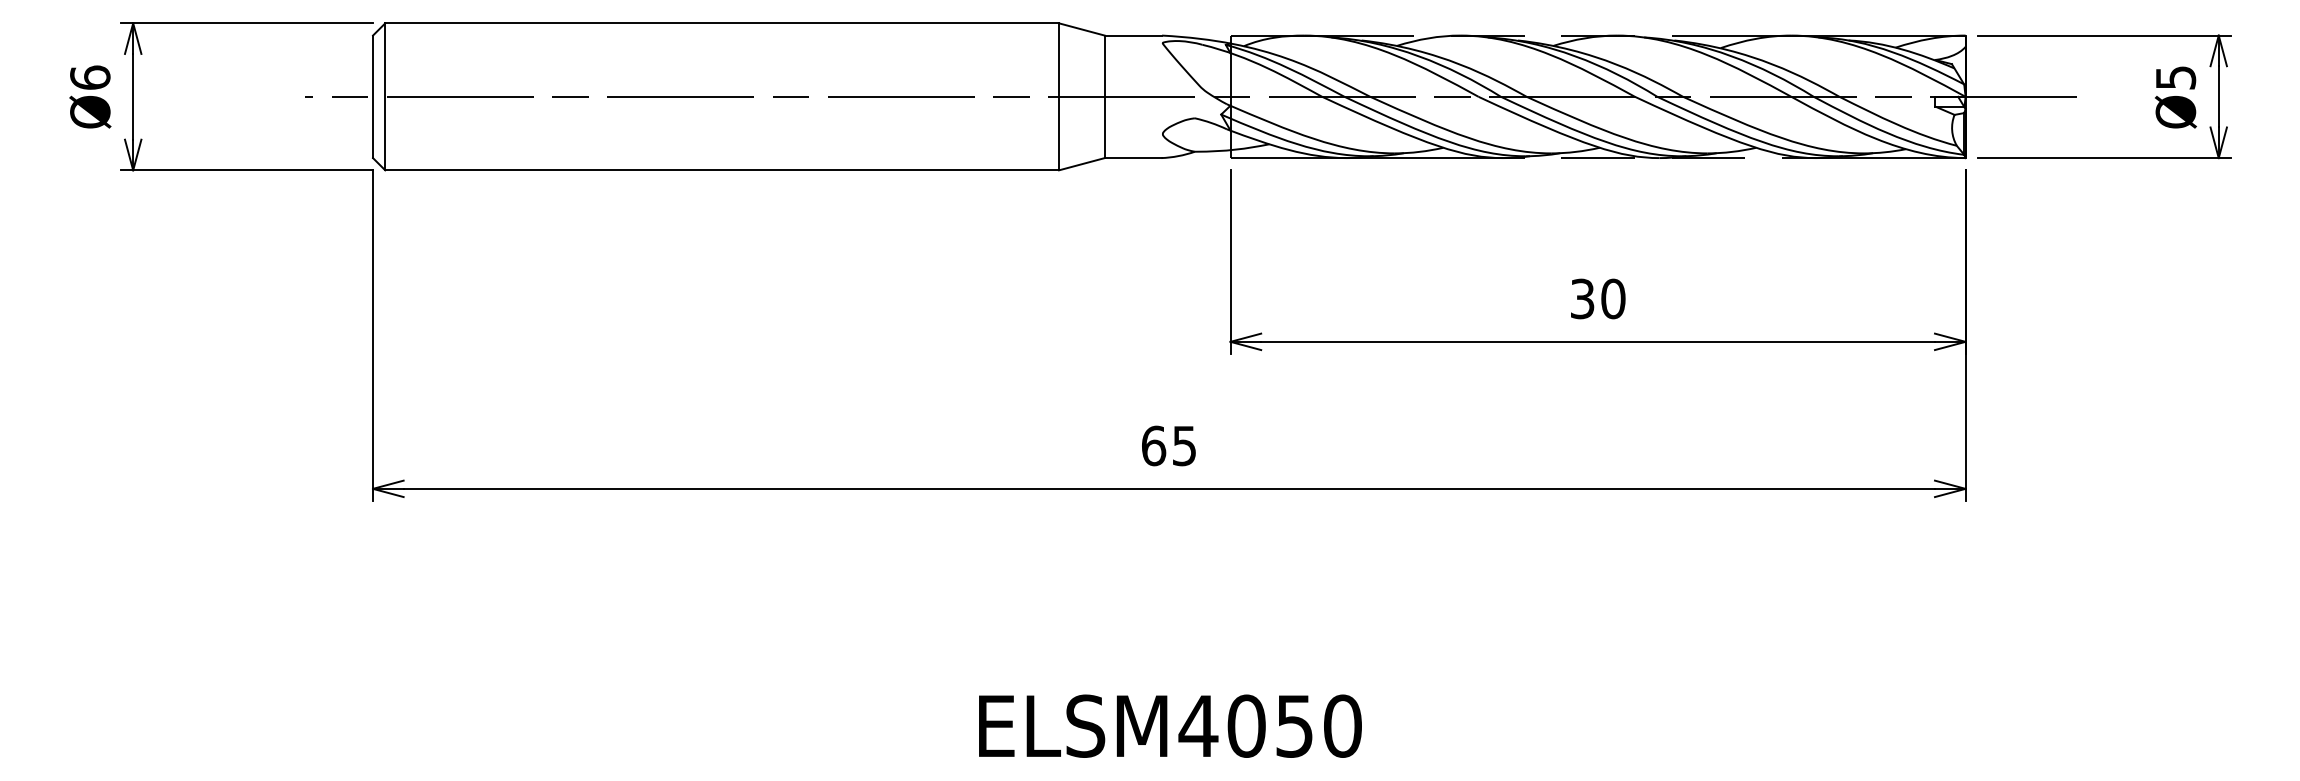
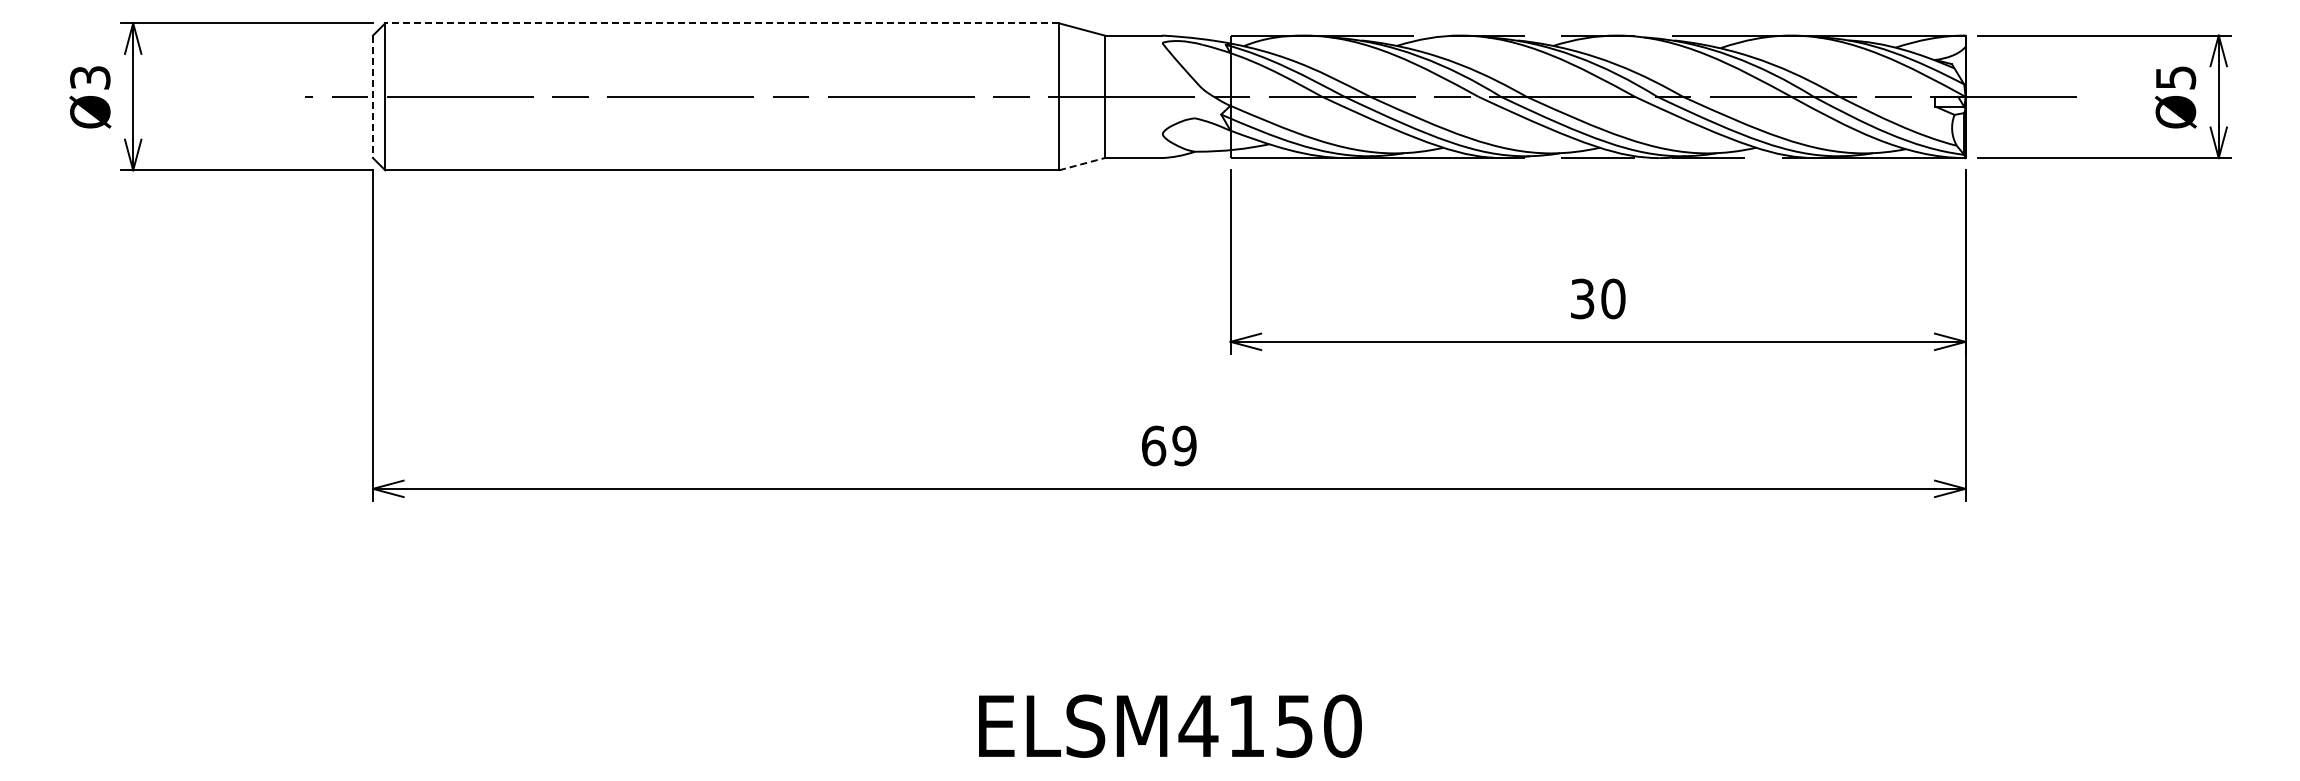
line at (722, 23): solid -> dashed
text at (90, 77): Ø6 -> Ø3
line at (373, 97): solid -> dashed
line at (1081, 164): solid -> dashed
text at (1184, 445): 65 -> 69
text at (1246, 725): ELSM4050 -> ELSM4150
